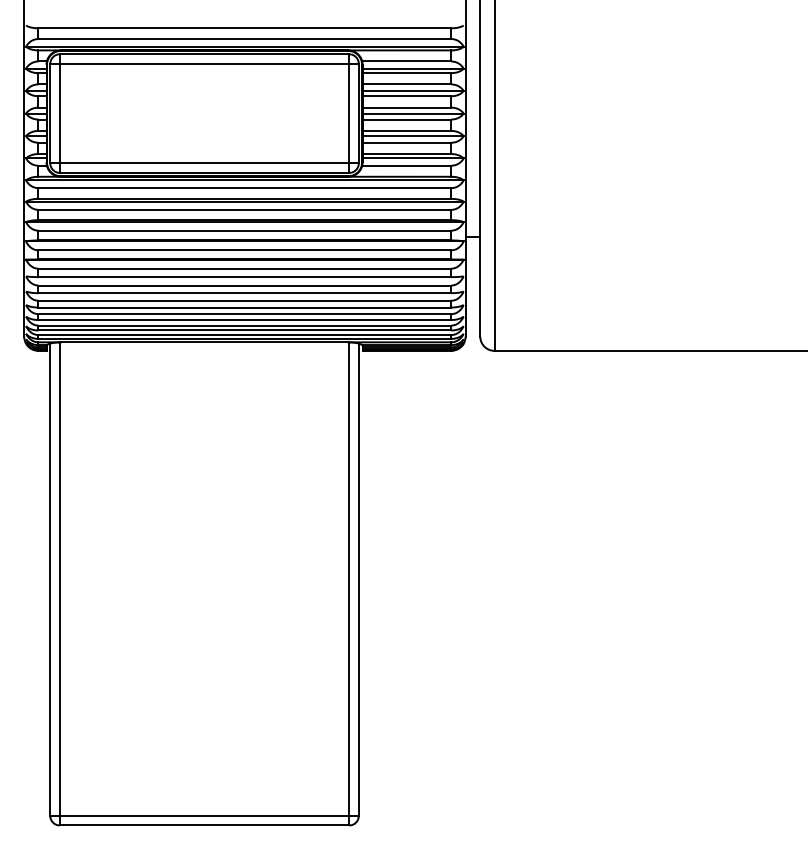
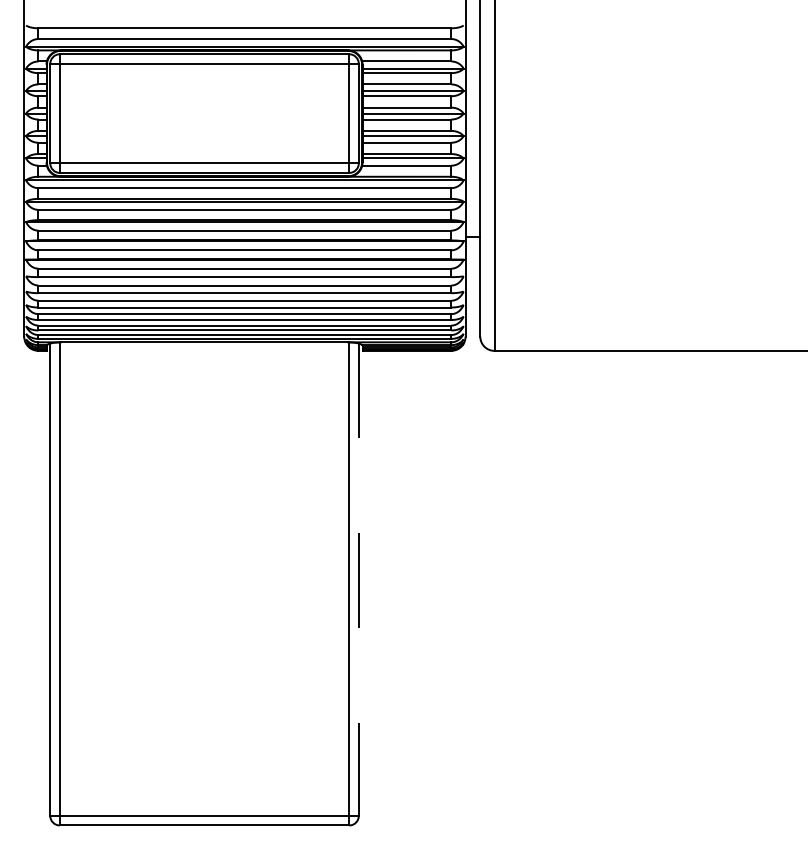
line at (358, 580): solid -> dashed
